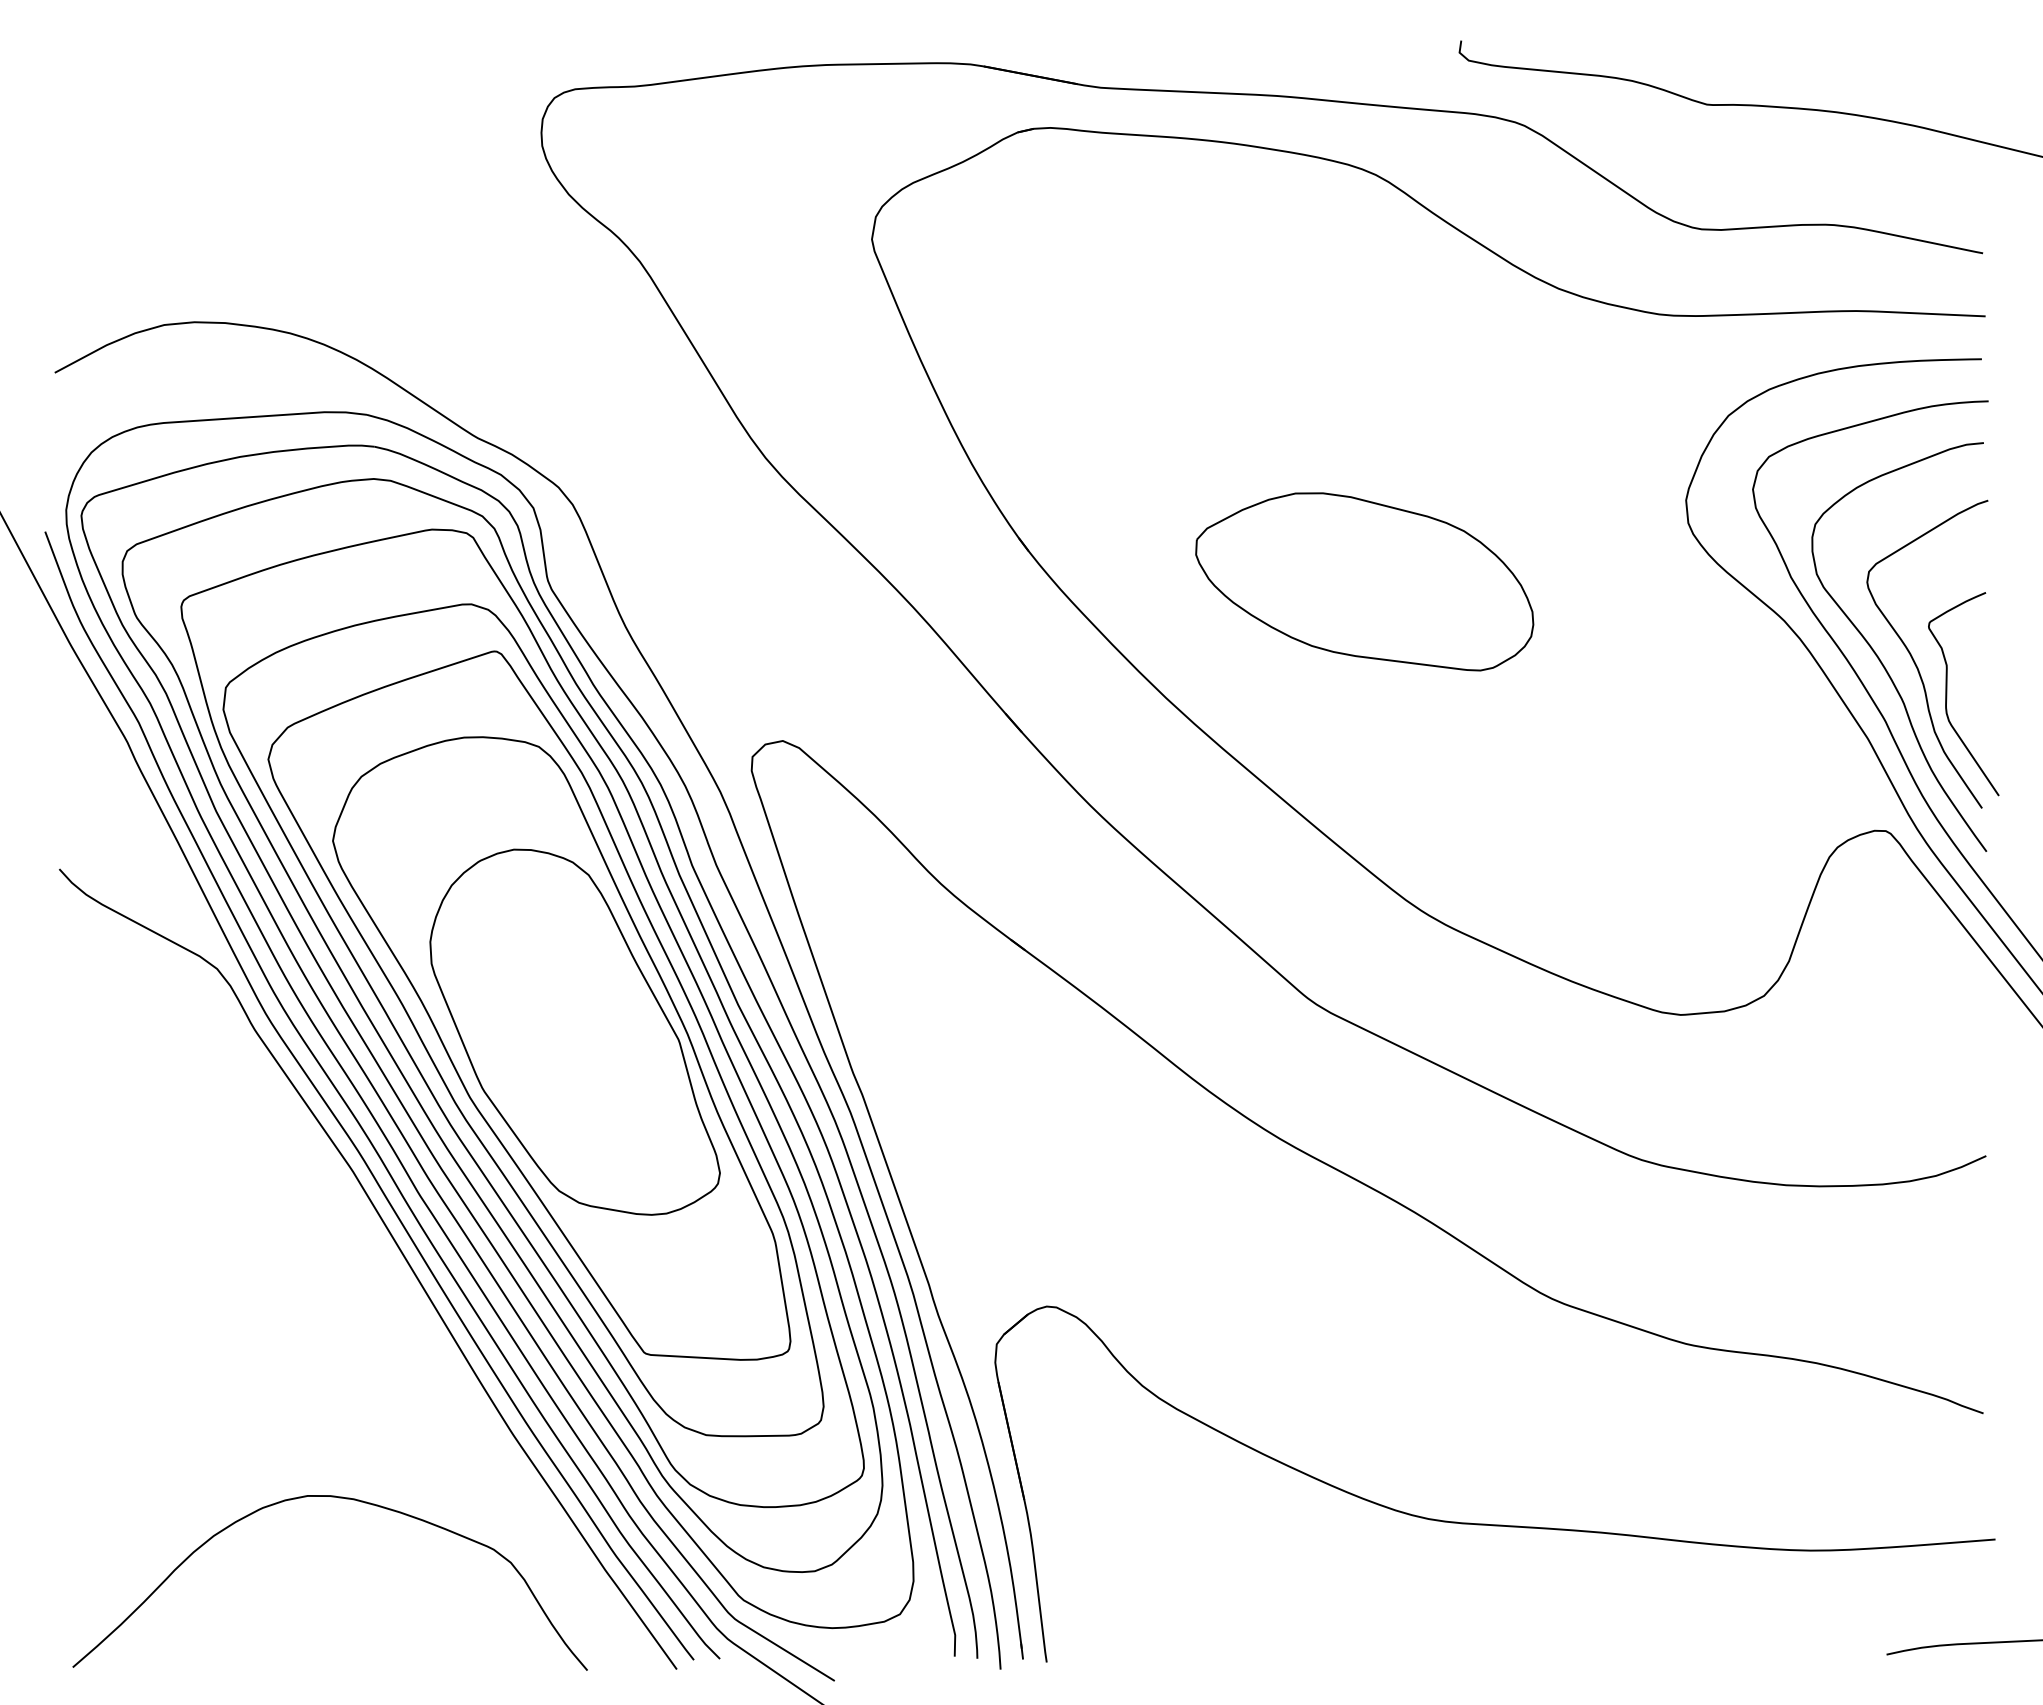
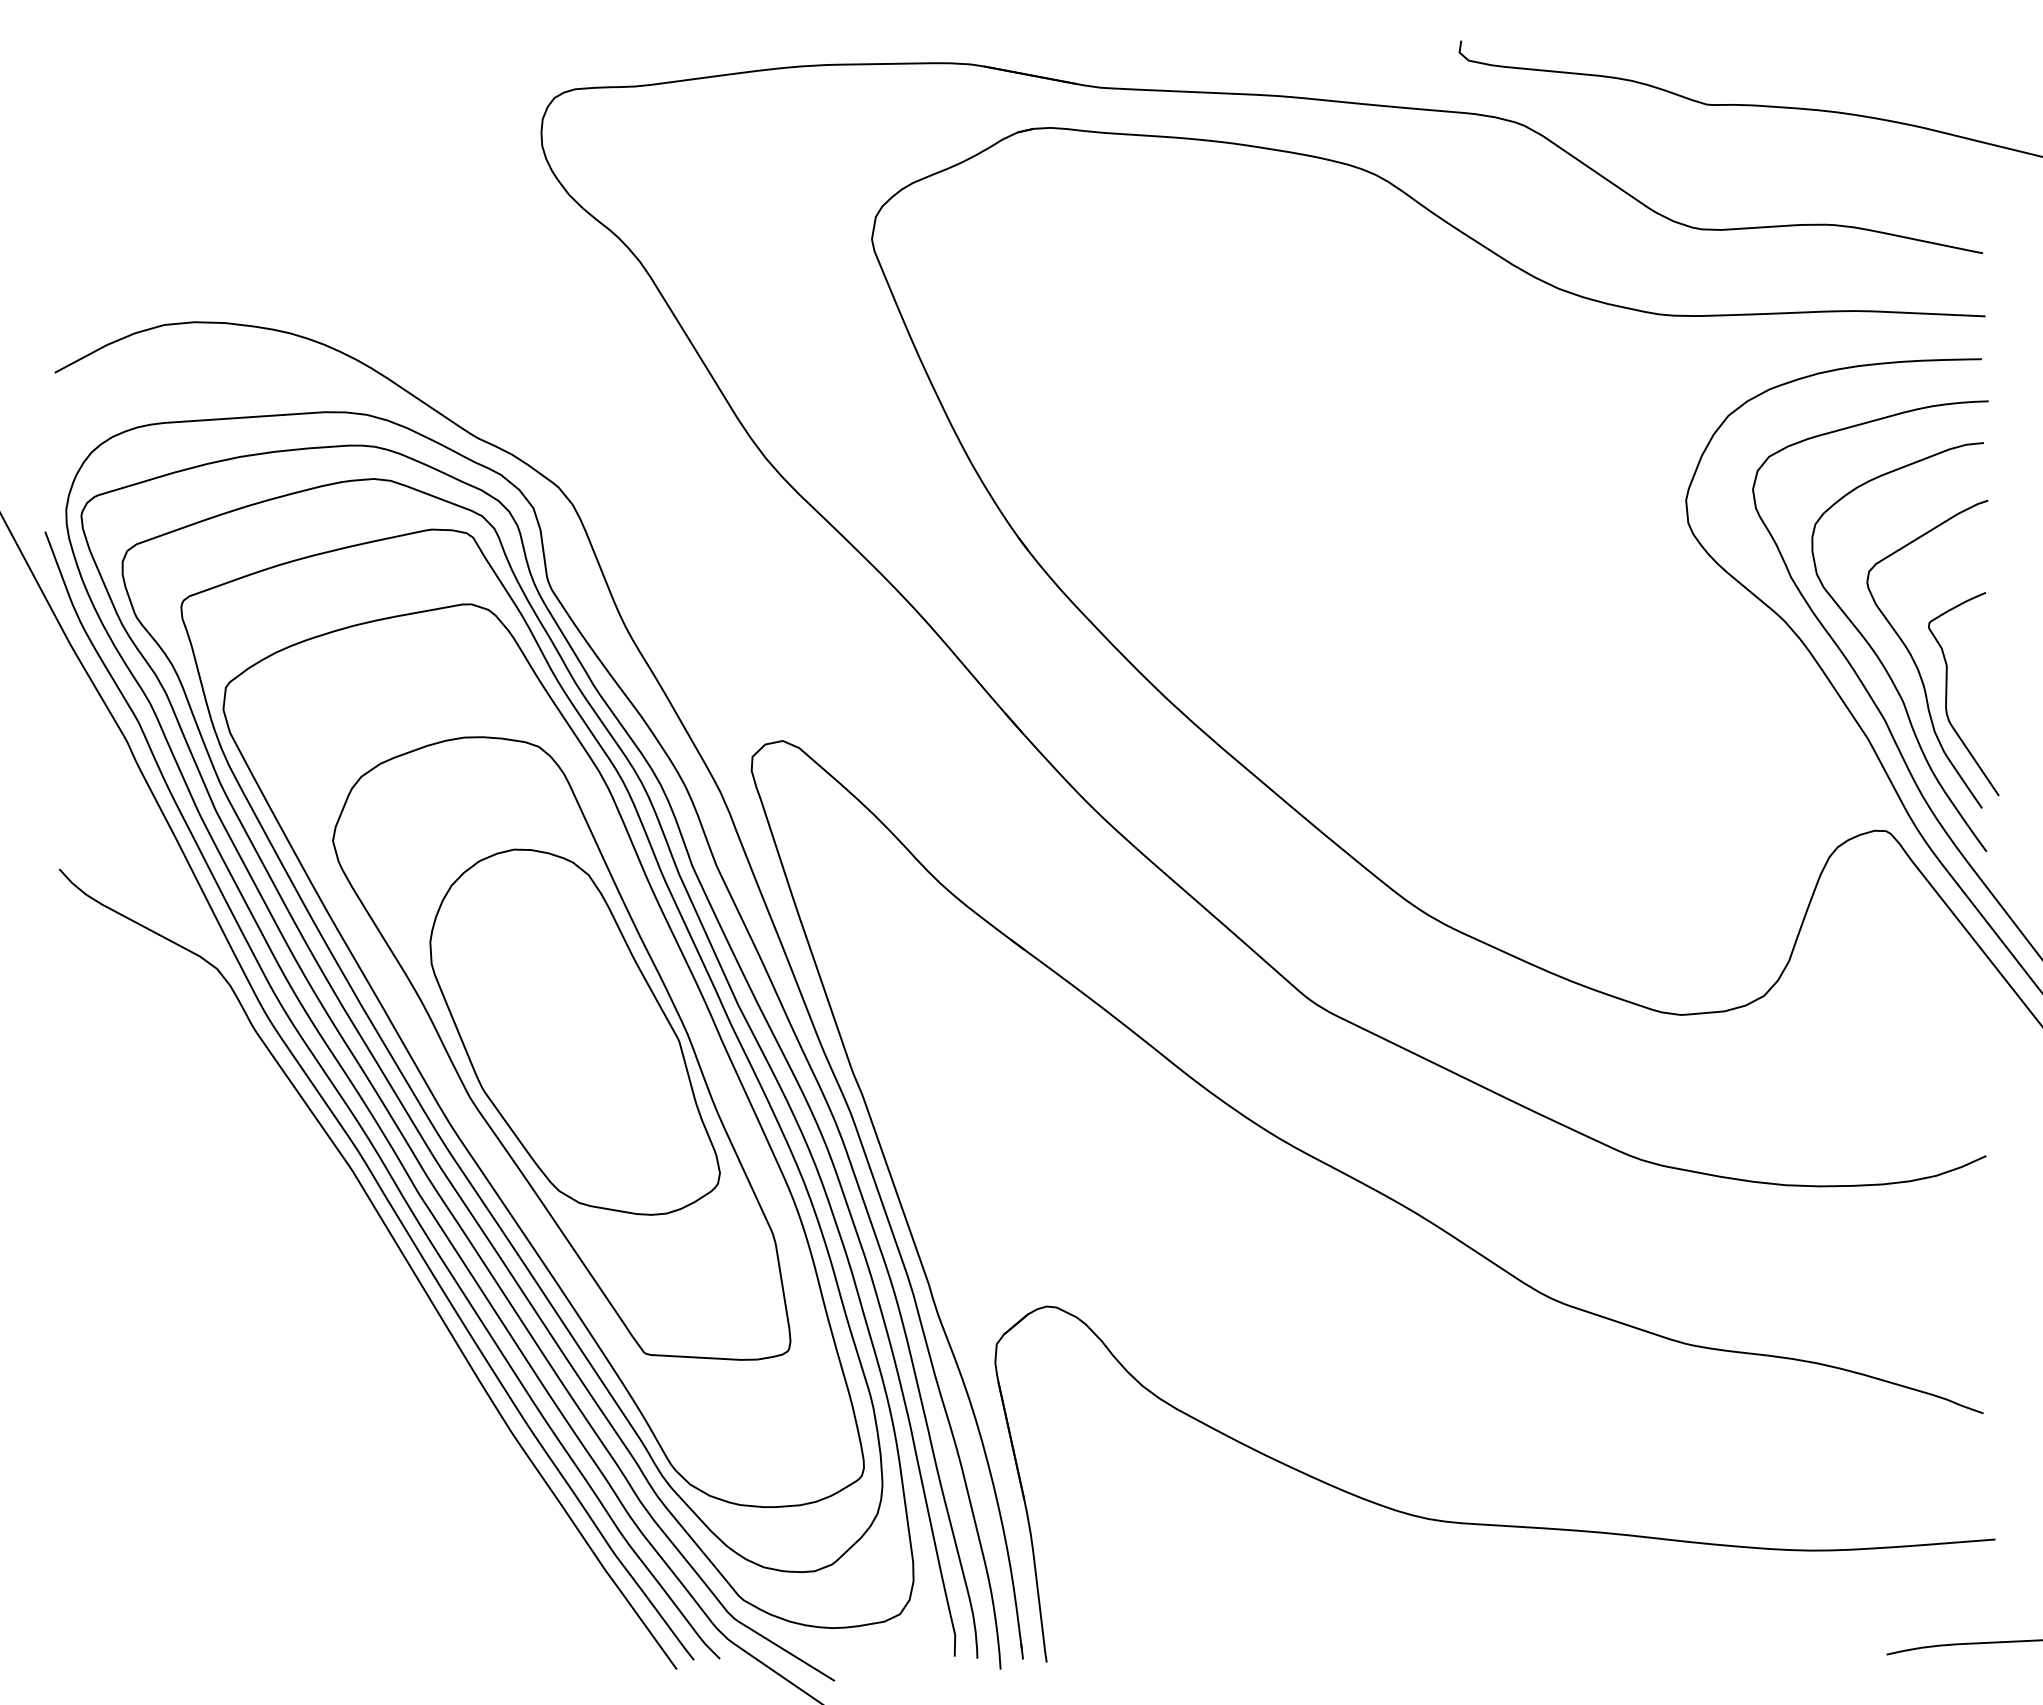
part at (1364, 581): present -> none
part at (545, 1043): present -> none
curve at (338, 1498): present -> none
